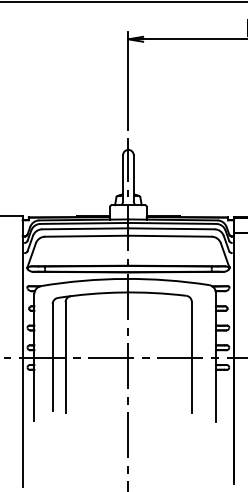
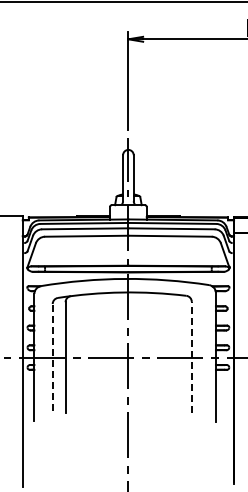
line at (52, 357): solid -> dashed
line at (191, 357): solid -> dashed
